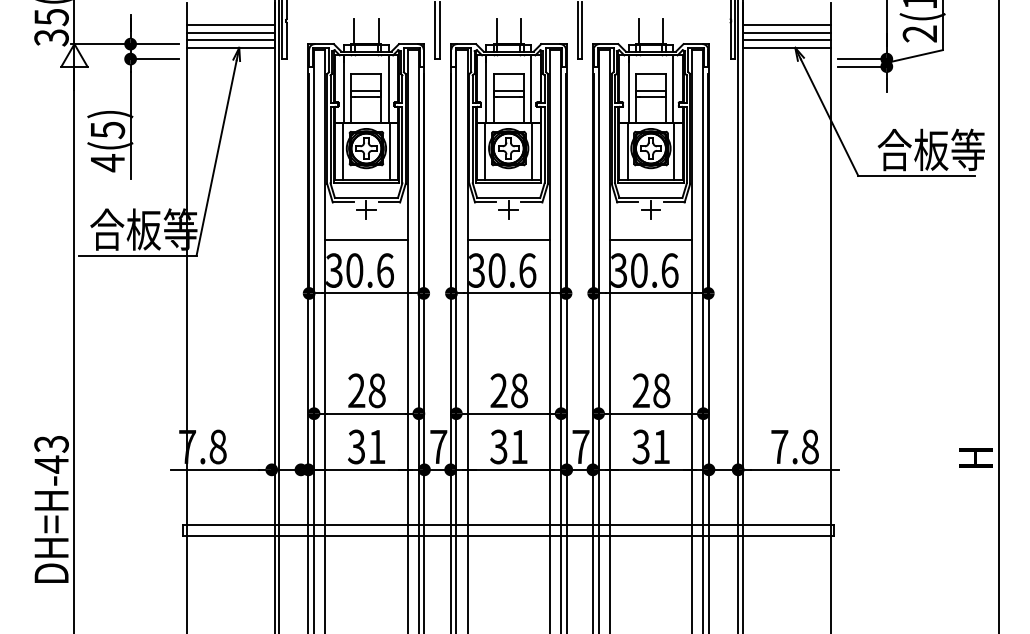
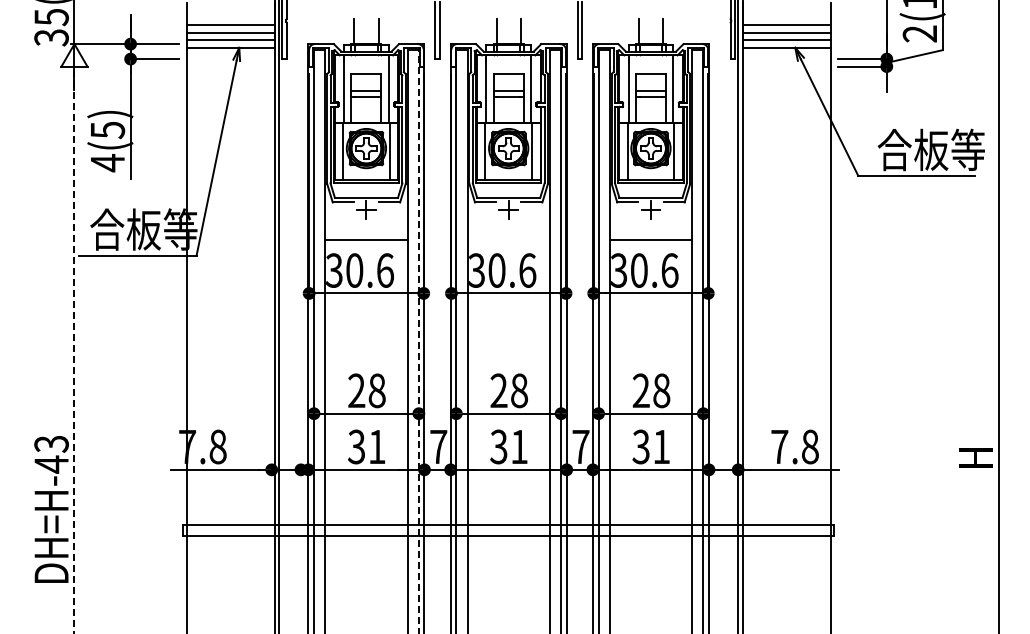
line at (508, 240): present -> none
line at (418, 341): solid -> dashed
line at (74, 352): solid -> dashed
